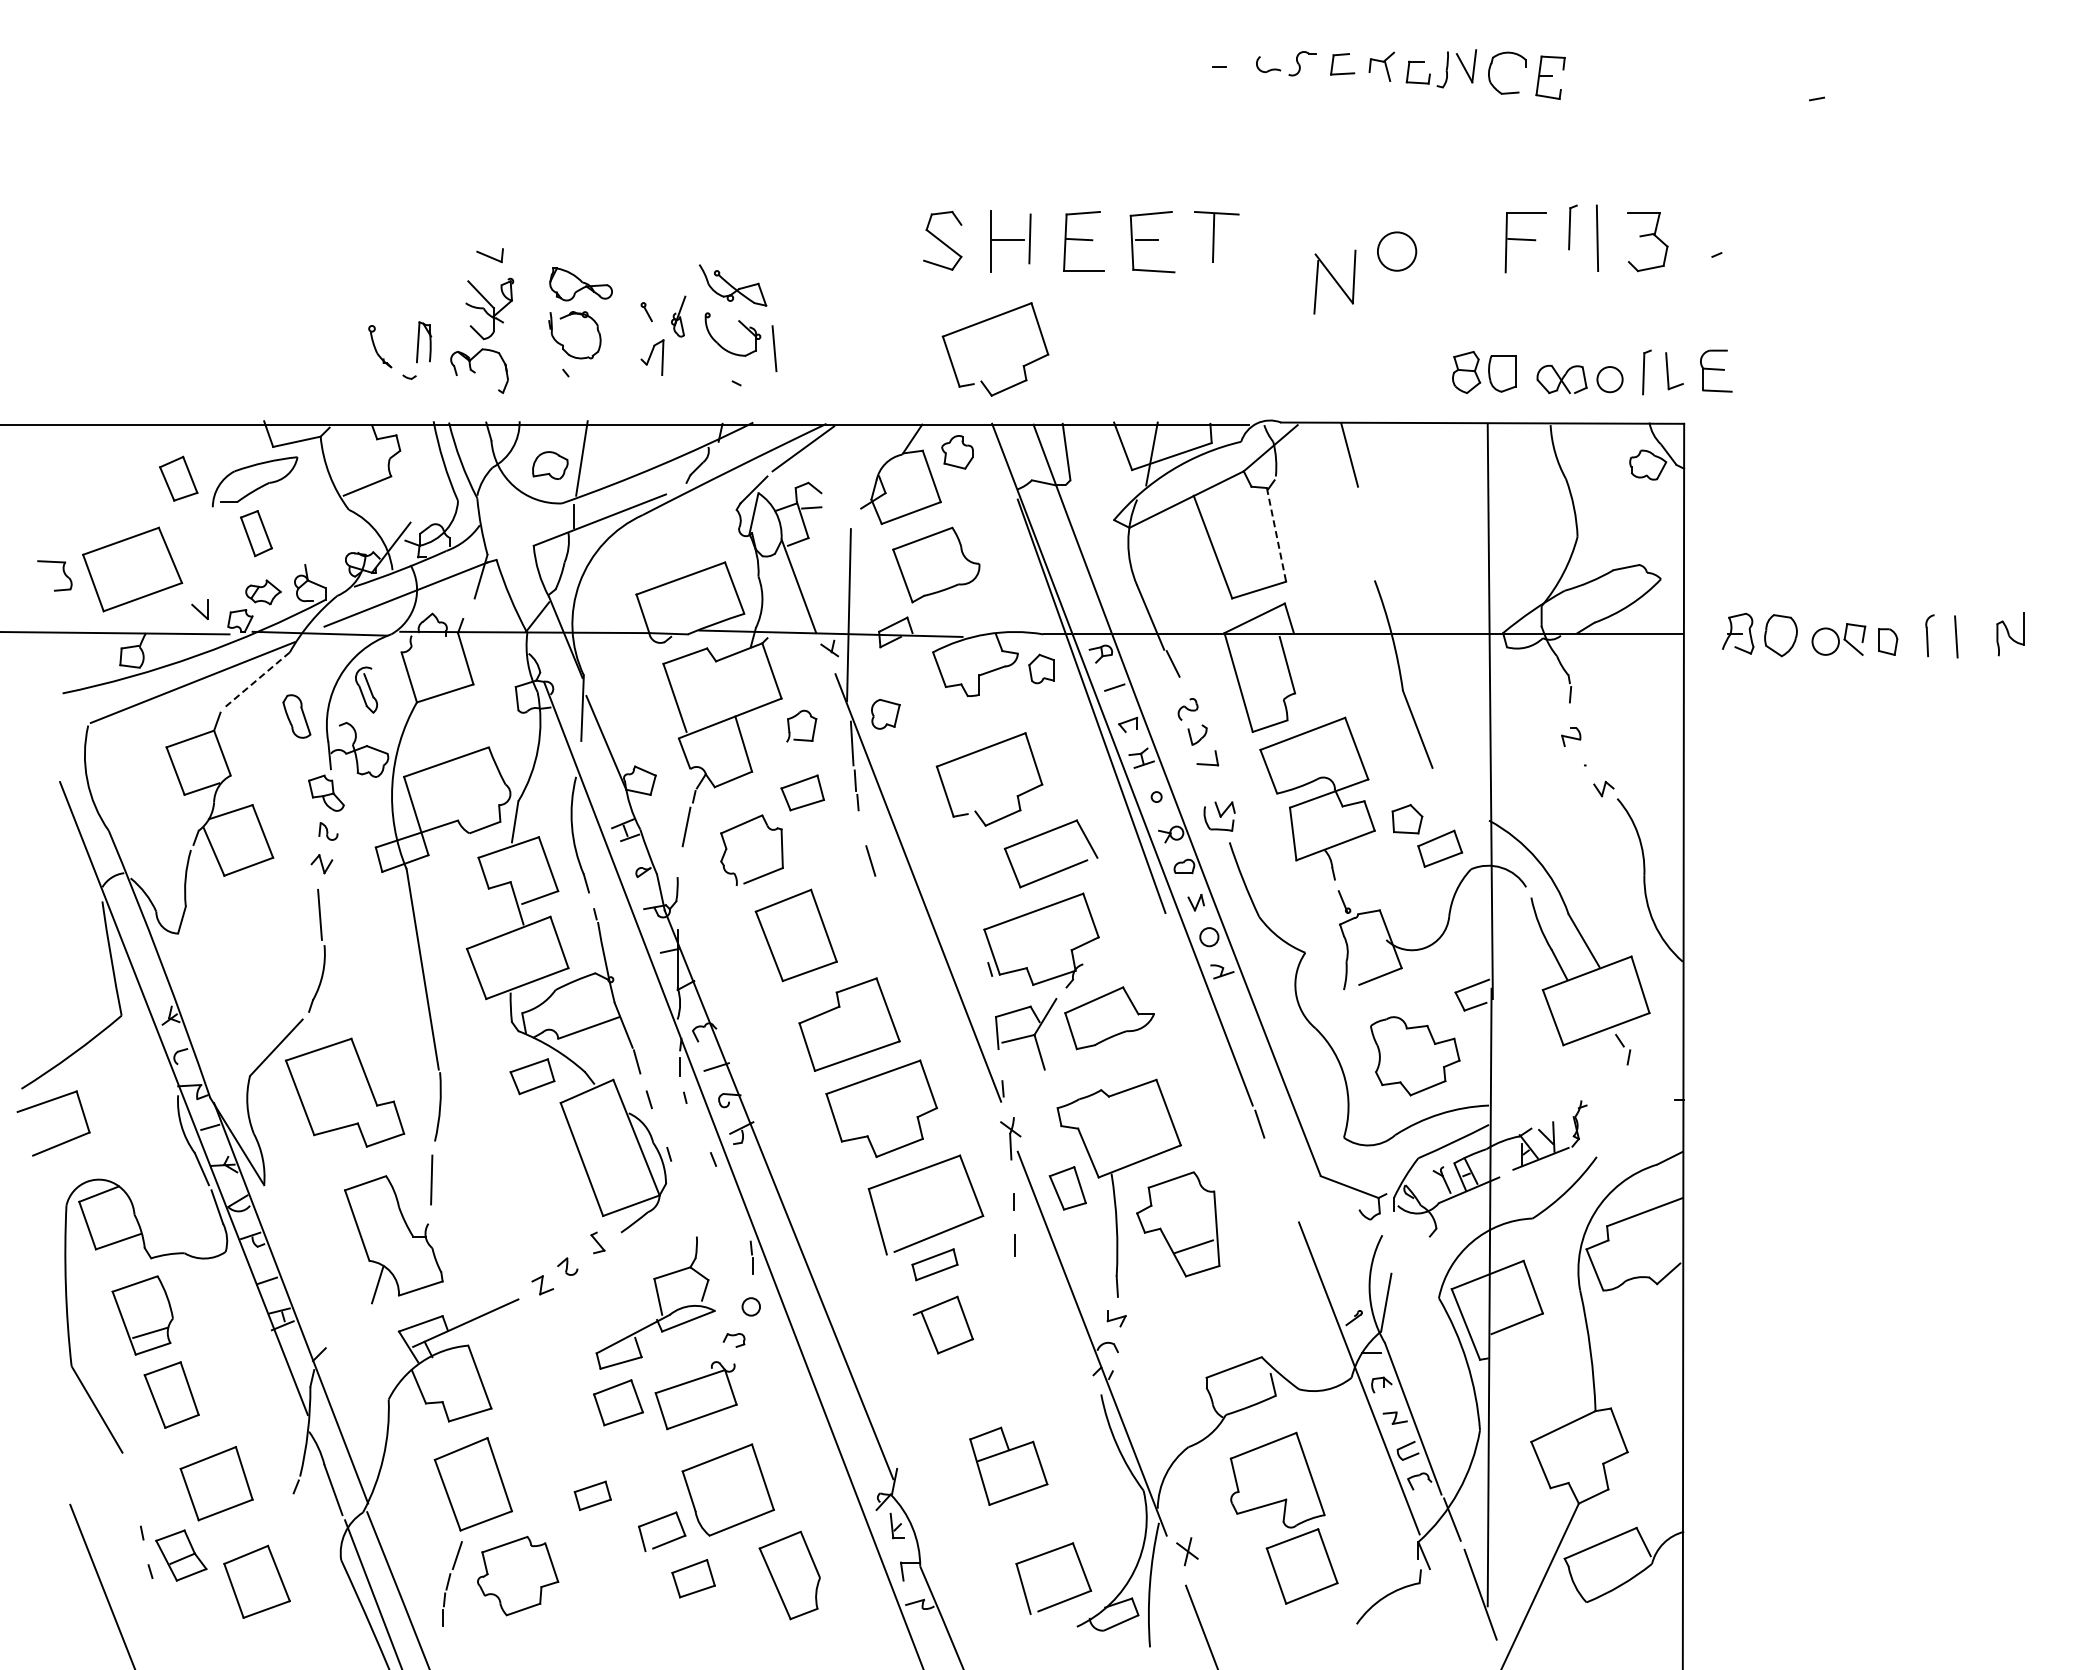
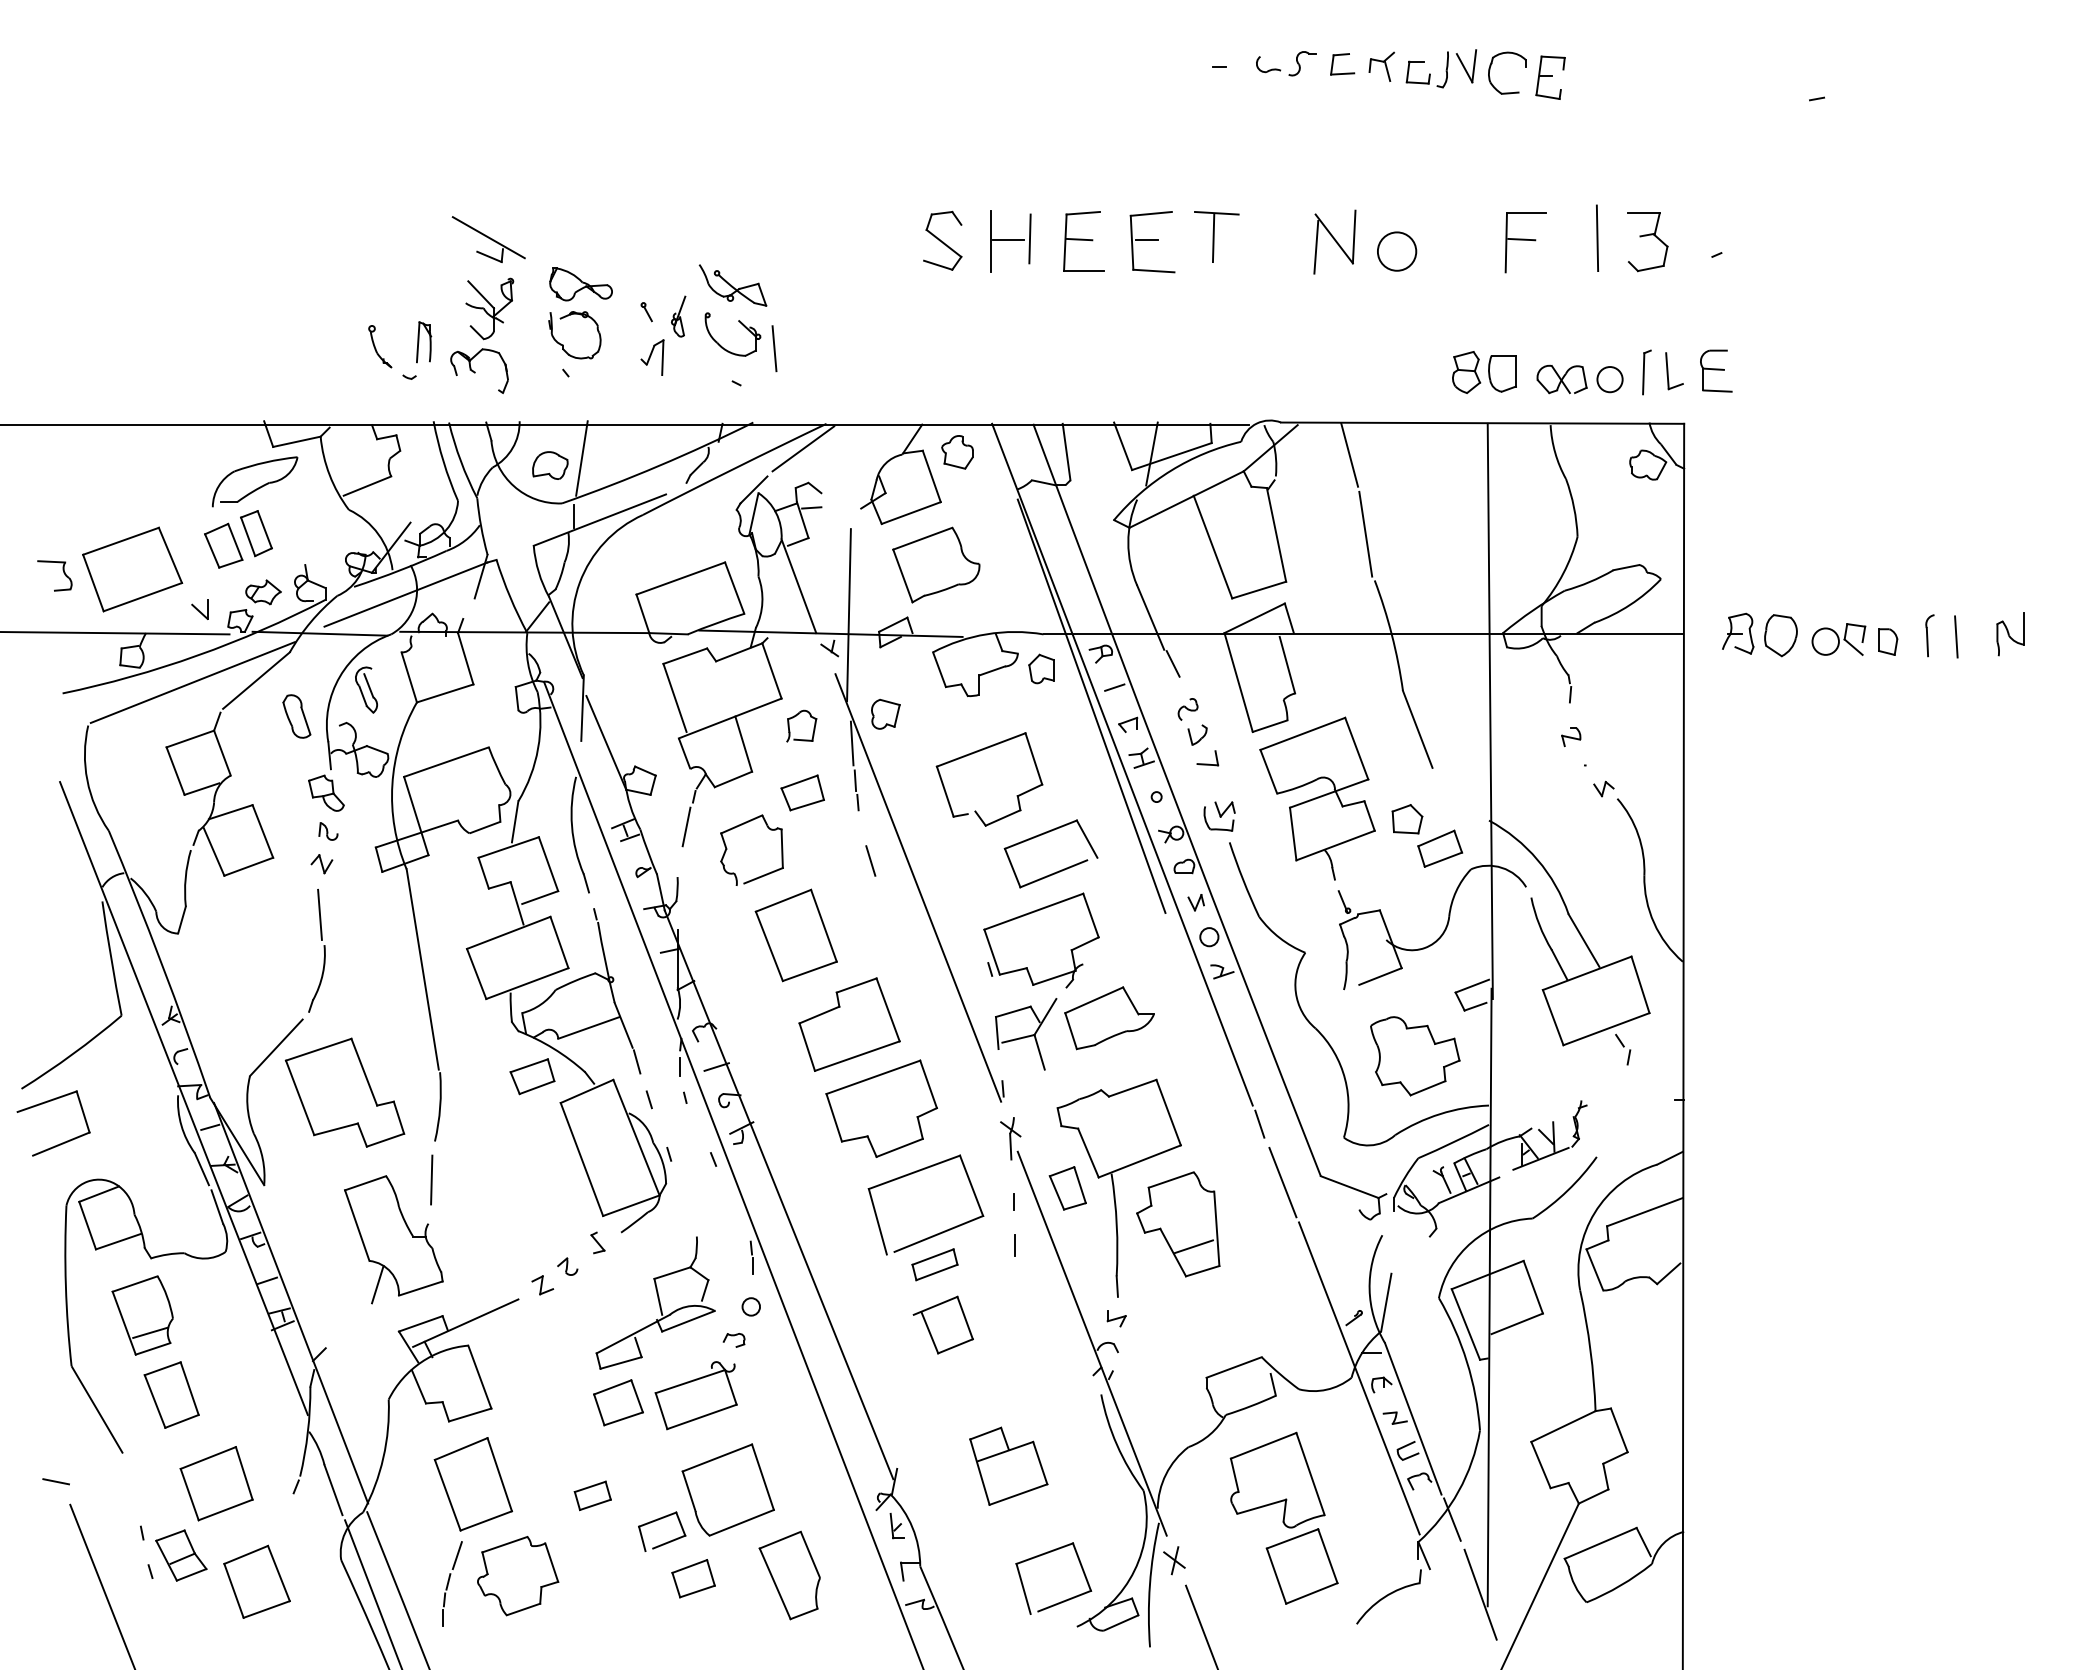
part at (1572, 227): present -> none
line at (488, 237): none -> present
part at (1334, 281) position: (1334, 281) -> (1334, 241)
part at (986, 321): present -> none
part at (178, 478) position: (178, 478) -> (223, 545)
line at (1365, 533): none -> present
line at (1276, 534): dashed -> solid
line at (256, 680): dashed -> solid
line at (1282, 1182): none -> present
line at (56, 1481): none -> present
part at (1187, 1551) position: (1187, 1551) -> (1174, 1560)
